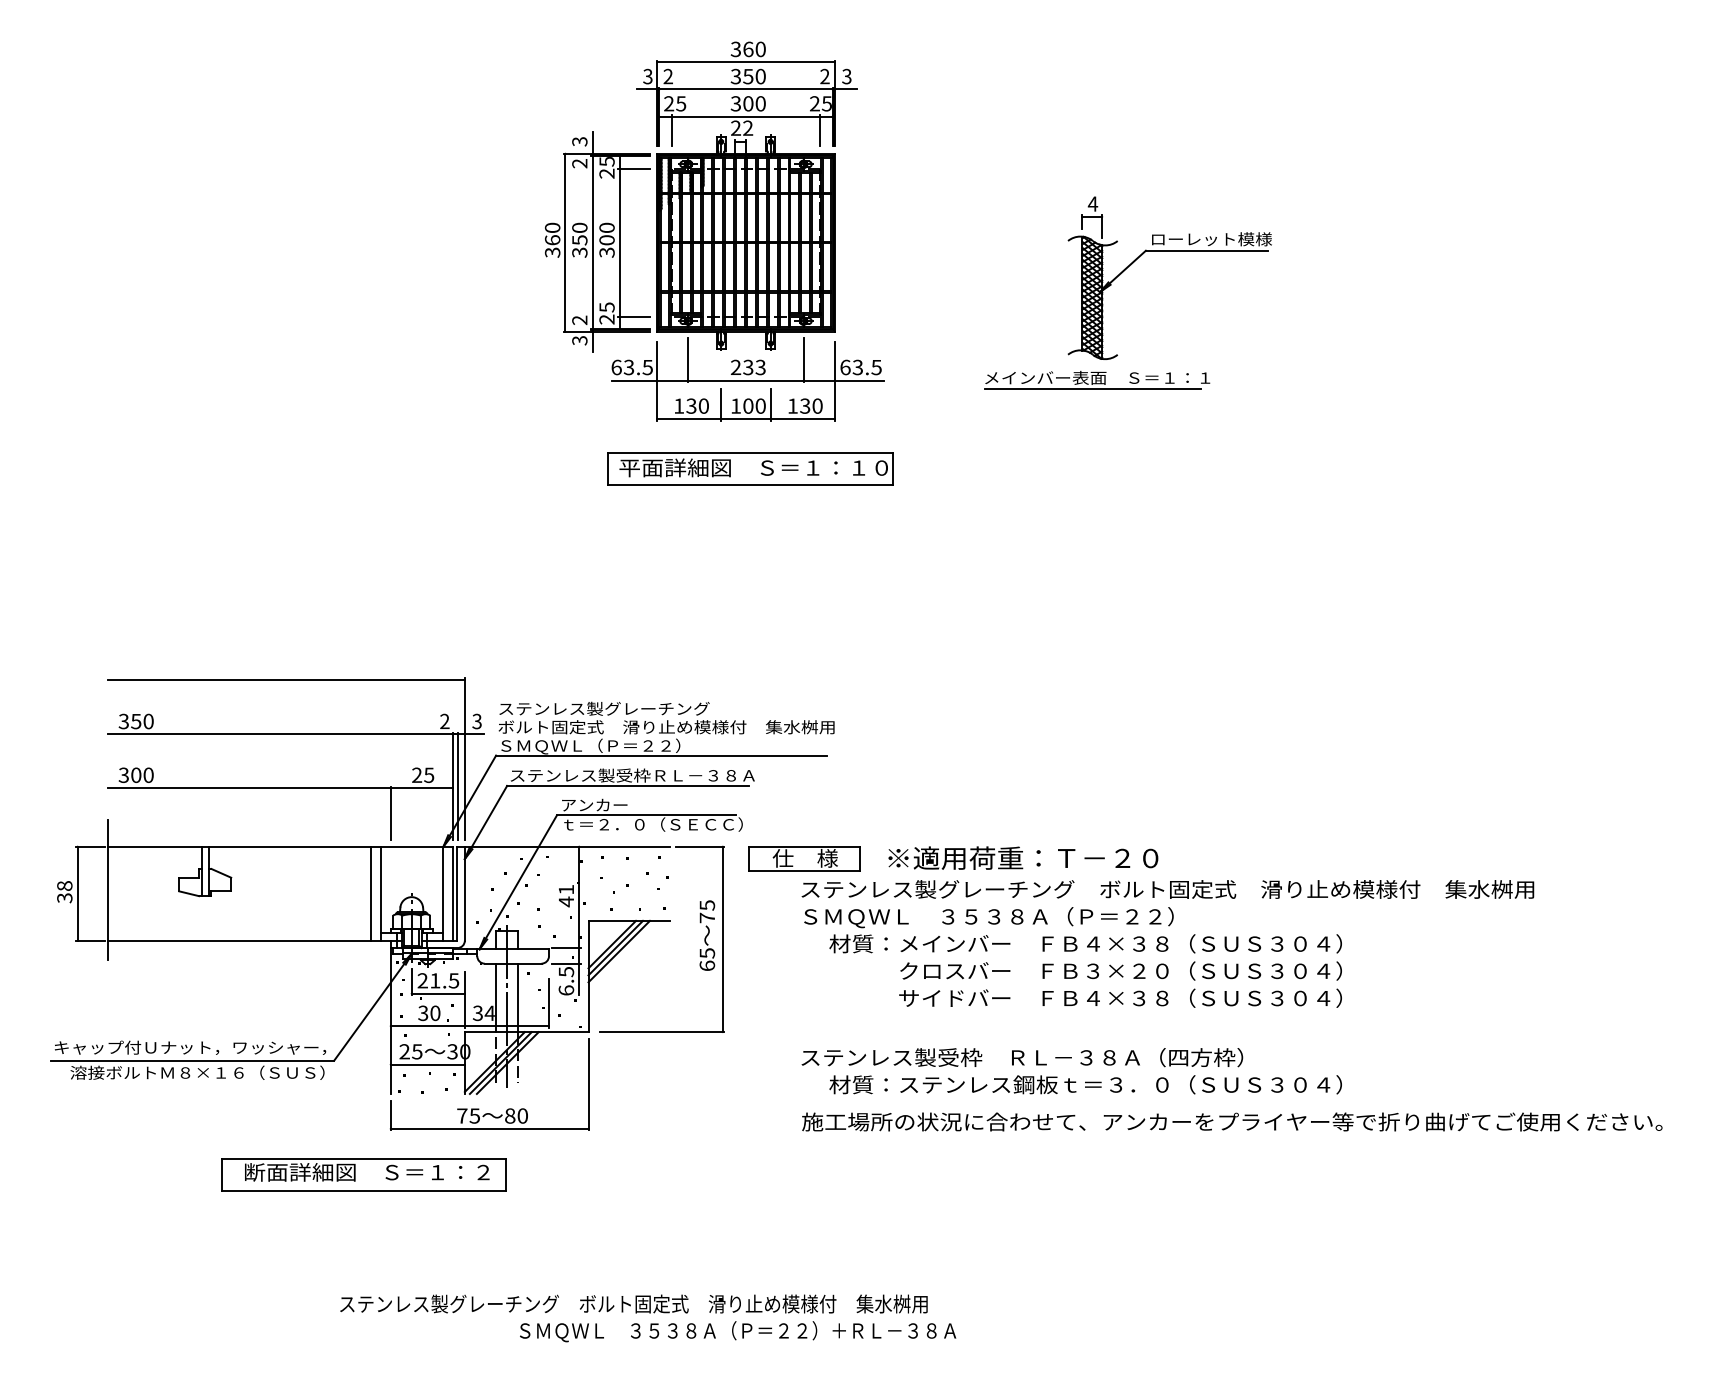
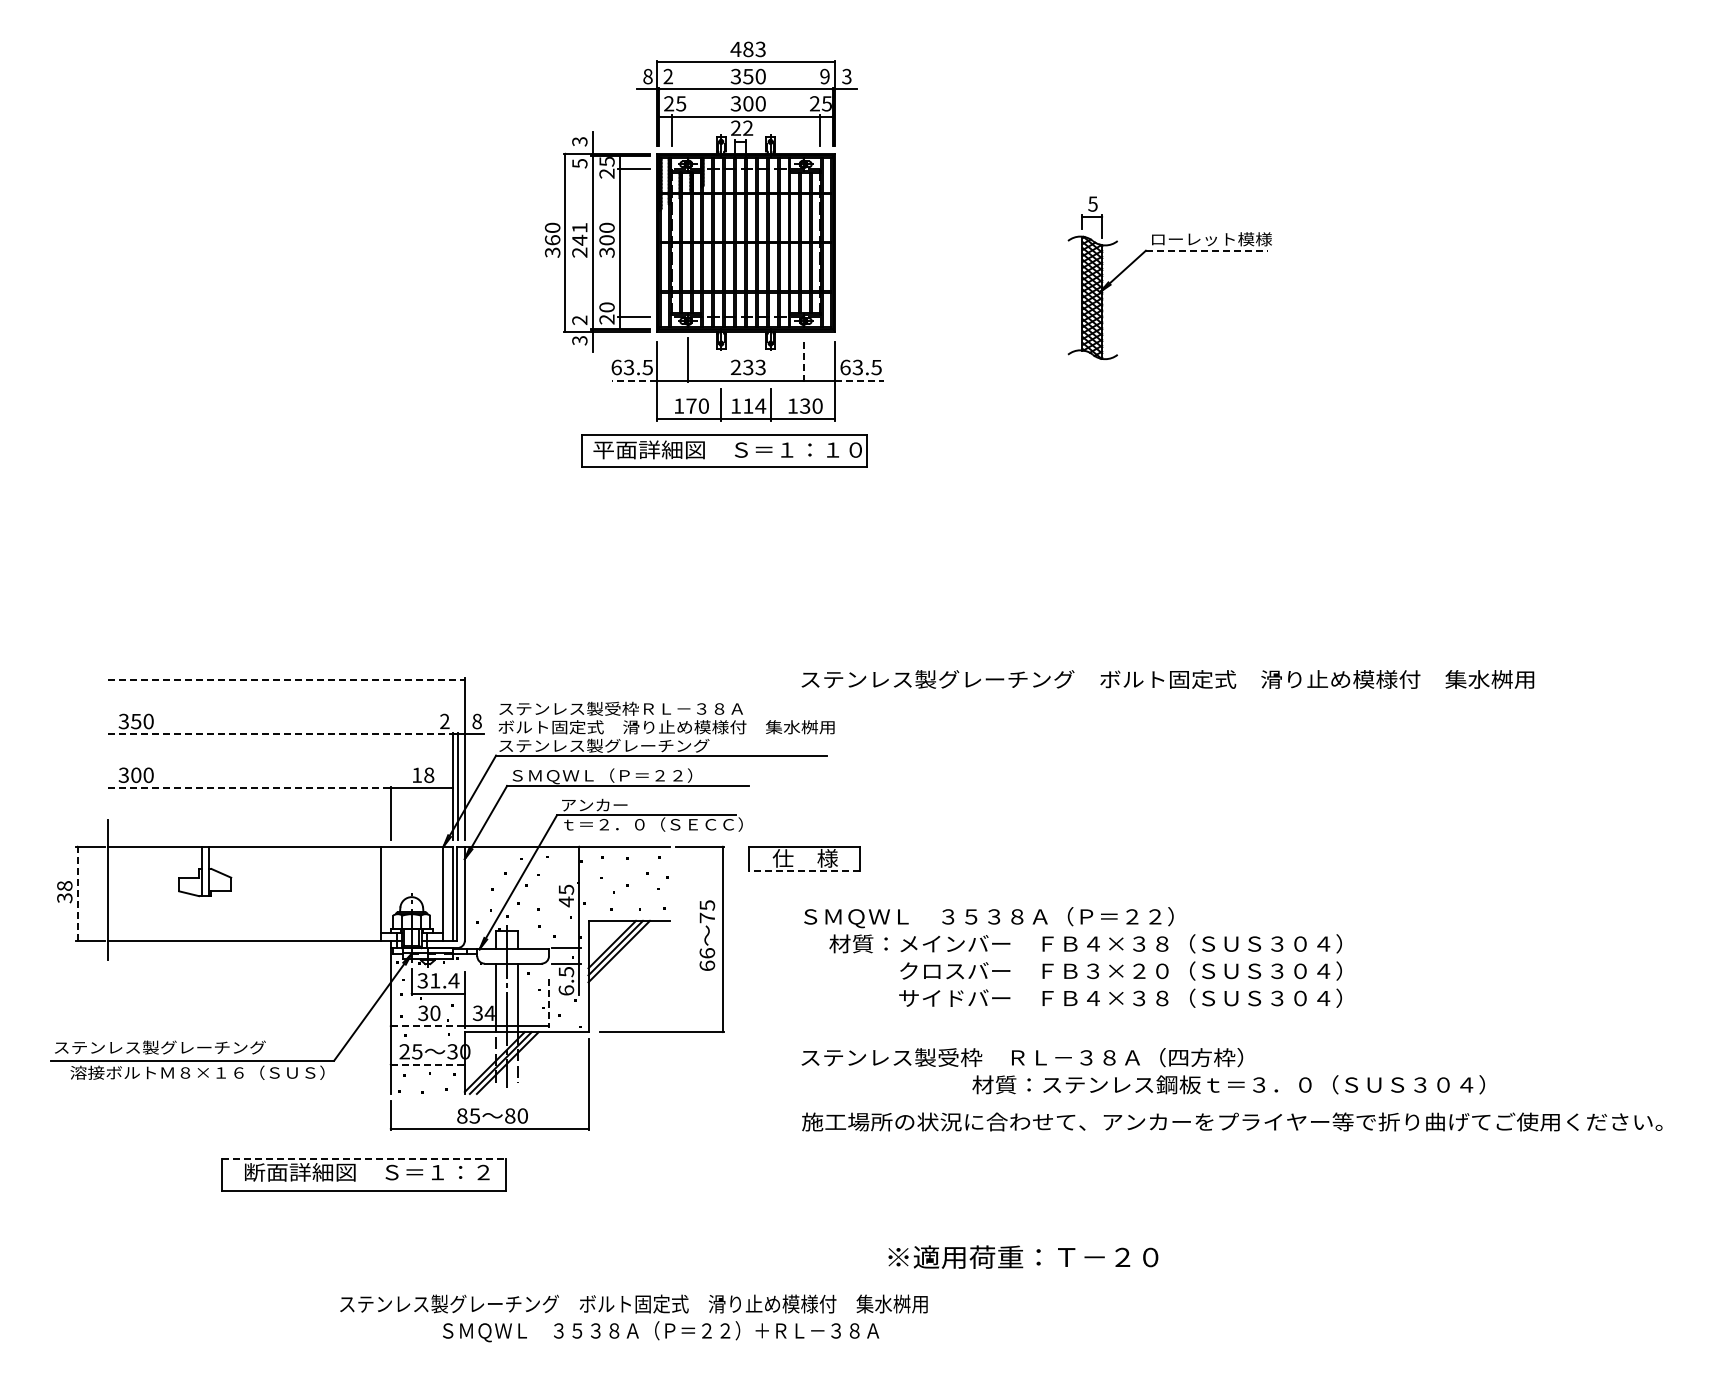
text at (747, 49): 360 -> 483
text at (647, 76): 3 -> 8
text at (824, 76): 2 -> 9
text at (579, 163): 2 -> 5
text at (1092, 203): 4 -> 5
text at (579, 239): 350 -> 241
line at (1207, 250): solid -> dashed
text at (606, 307): 25 -> 20
line at (803, 359): solid -> dashed
part at (1097, 379): present -> none
line at (634, 380): solid -> dashed
line at (859, 380): solid -> dashed
text at (691, 405): 130 -> 170
text at (754, 405): 100 -> 114
part at (750, 468) position: (750, 468) -> (724, 450)
line at (286, 679): solid -> dashed
text at (673, 708): ステンレス製グレーチング -> ステンレス製受枠ＲＬ－３８Ａ
text at (476, 721): 3 -> 8
line at (280, 734): solid -> dashed
text at (604, 746): ＳＭＱＷＬ（Ｐ＝２２） -> ステンレス製グレーチング
text at (423, 774): 25 -> 18
text at (632, 776): ステンレス製受枠ＲＬ－３８Ａ -> ＳＭＱＷＬ（Ｐ＝２２）
line at (249, 788): solid -> dashed
text at (1023, 857) position: (1023, 857) -> (1023, 1256)
line at (804, 871): solid -> dashed
text at (566, 889): 41 -> 45
text at (1167, 889) position: (1167, 889) -> (1167, 679)
line at (77, 893): solid -> dashed
line at (370, 893): present -> none
text at (707, 953): 65 -> 66
text at (438, 980): 21.5 -> 31.4
line at (549, 1003): solid -> dashed
line at (428, 1026): solid -> dashed
text at (190, 1047): キャップ付Ｕナット，ワッシャー， -> ステンレス製グレーチング
line at (428, 1064): solid -> dashed
text at (1085, 1084) position: (1085, 1084) -> (1228, 1084)
text at (462, 1115): 75 -> 85
line at (364, 1158): solid -> dashed
text at (738, 1331) position: (738, 1331) -> (661, 1331)
